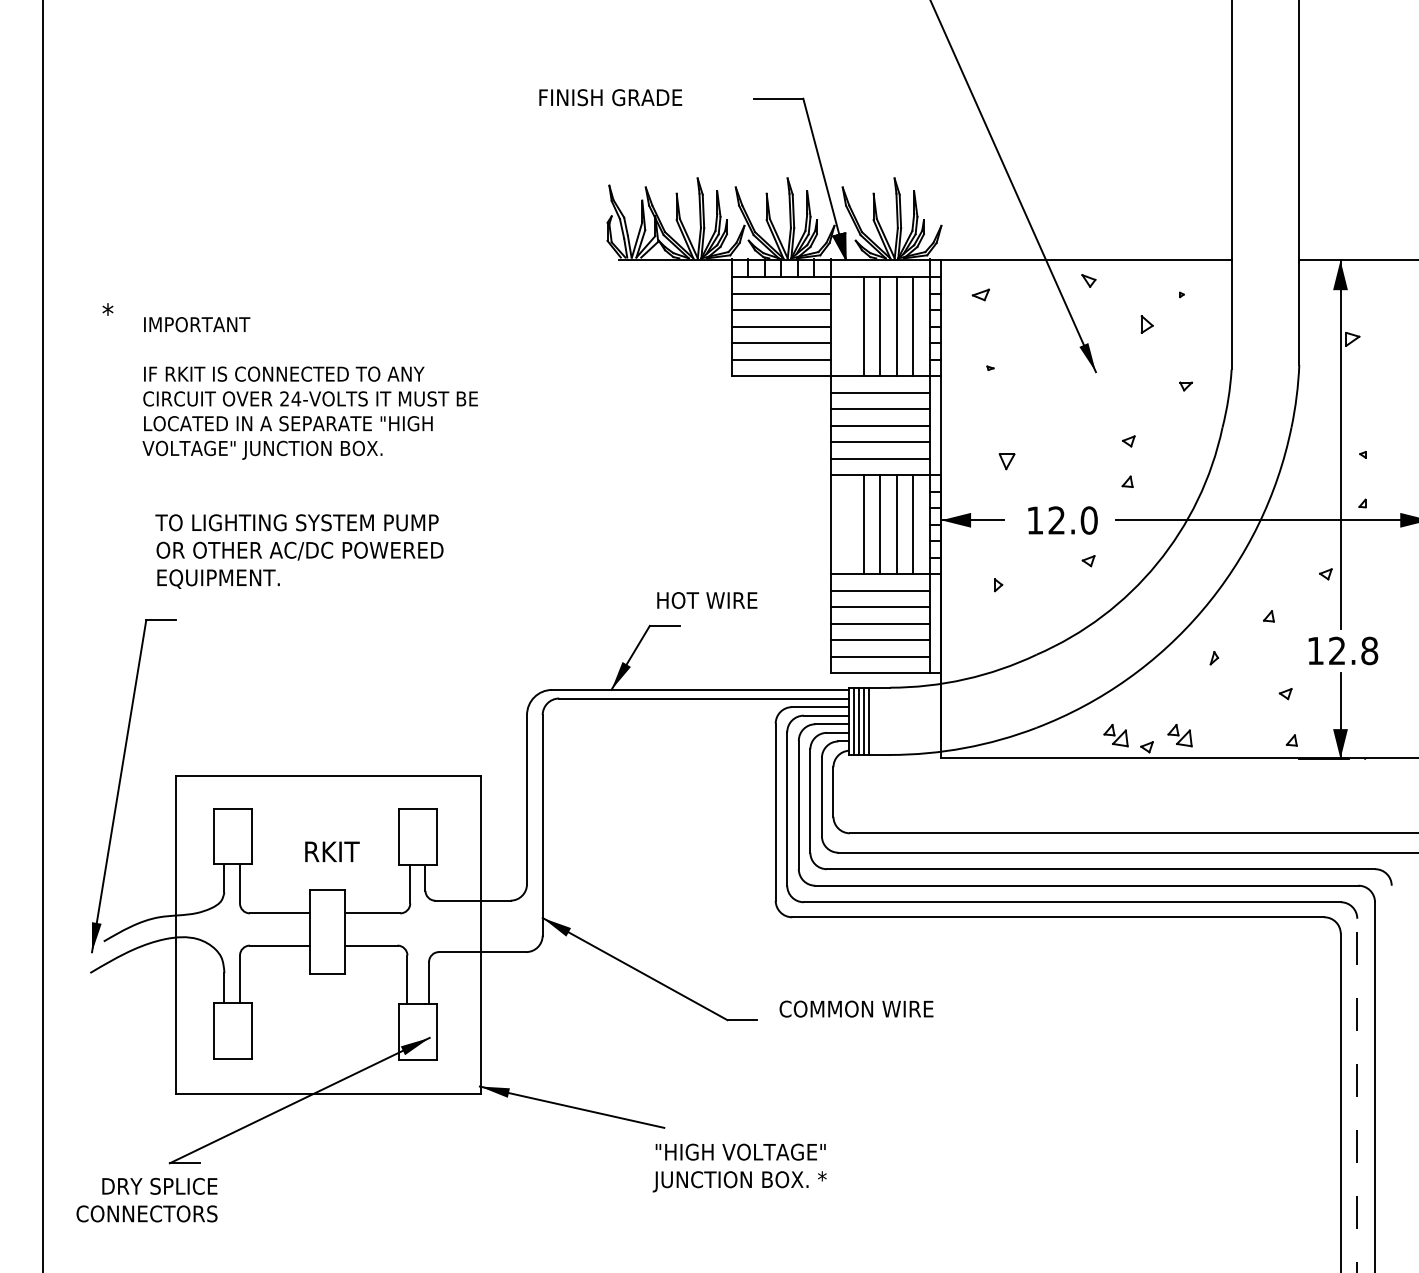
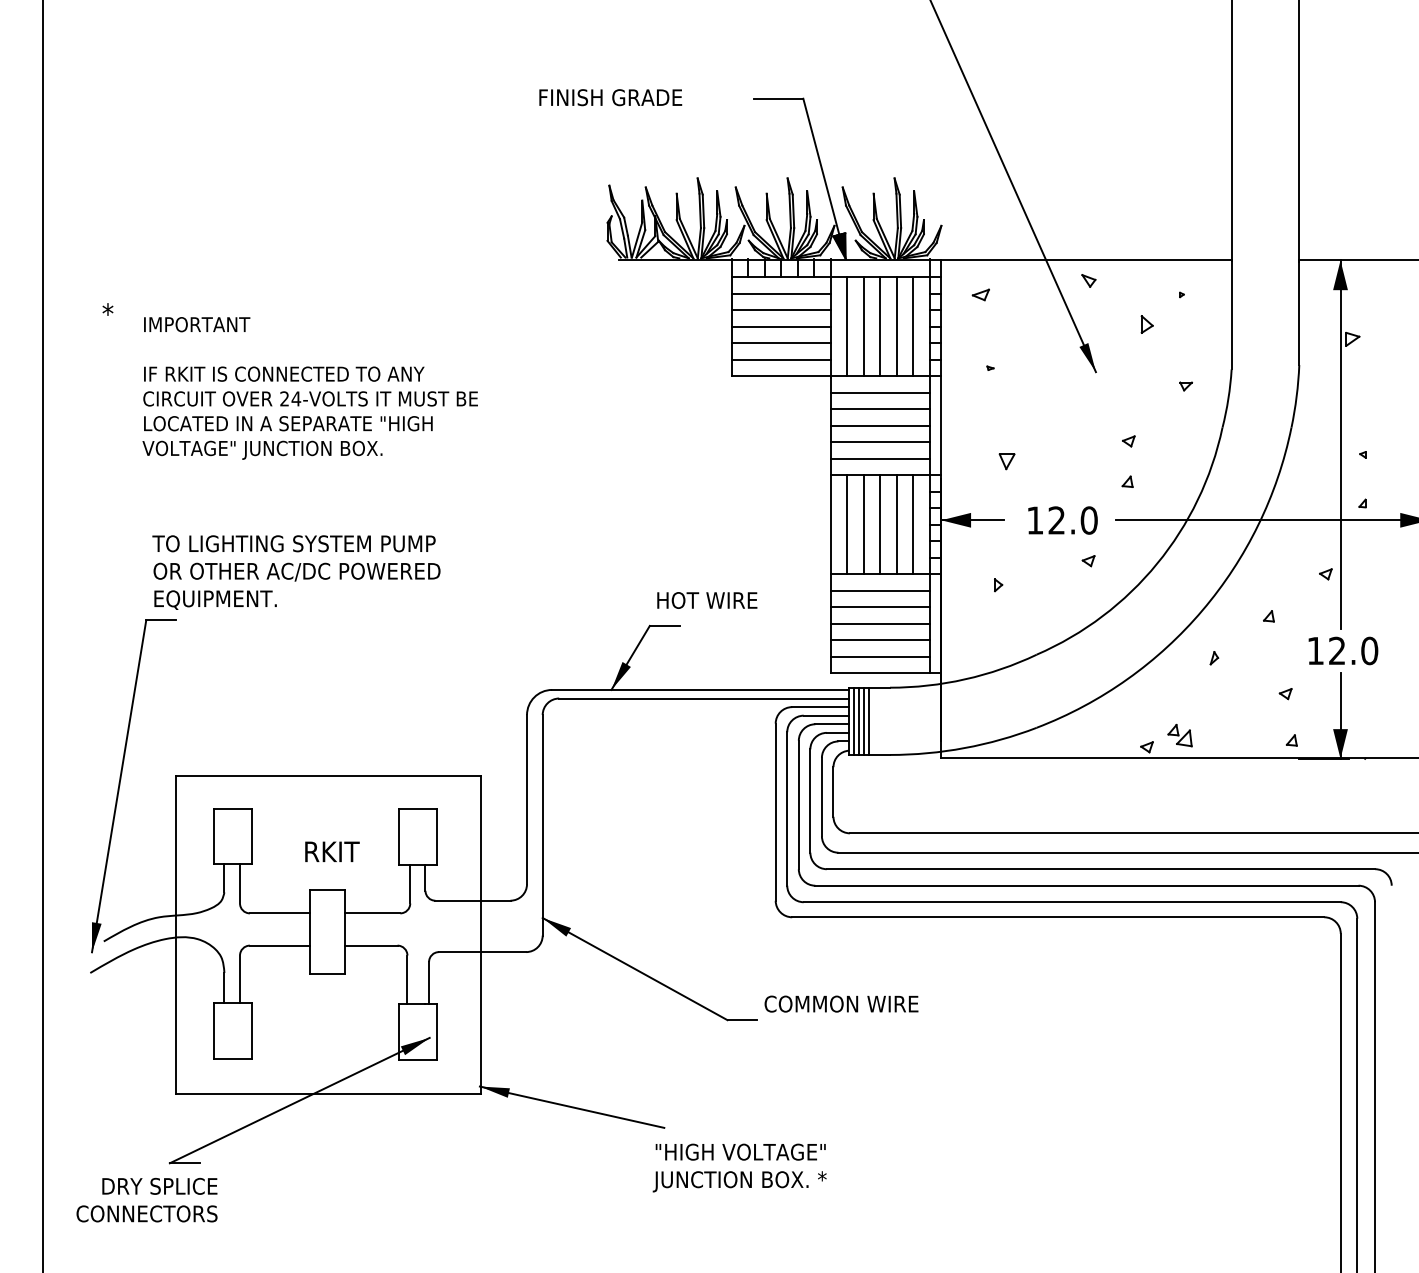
line at (847, 326): none -> present
line at (847, 524): none -> present
text at (299, 551) position: (299, 551) -> (296, 572)
text at (1369, 650): 12.8 -> 12.0
part at (1115, 735): present -> none
text at (856, 1008) position: (856, 1008) -> (841, 1003)
line at (1357, 1095): dashed -> solid
